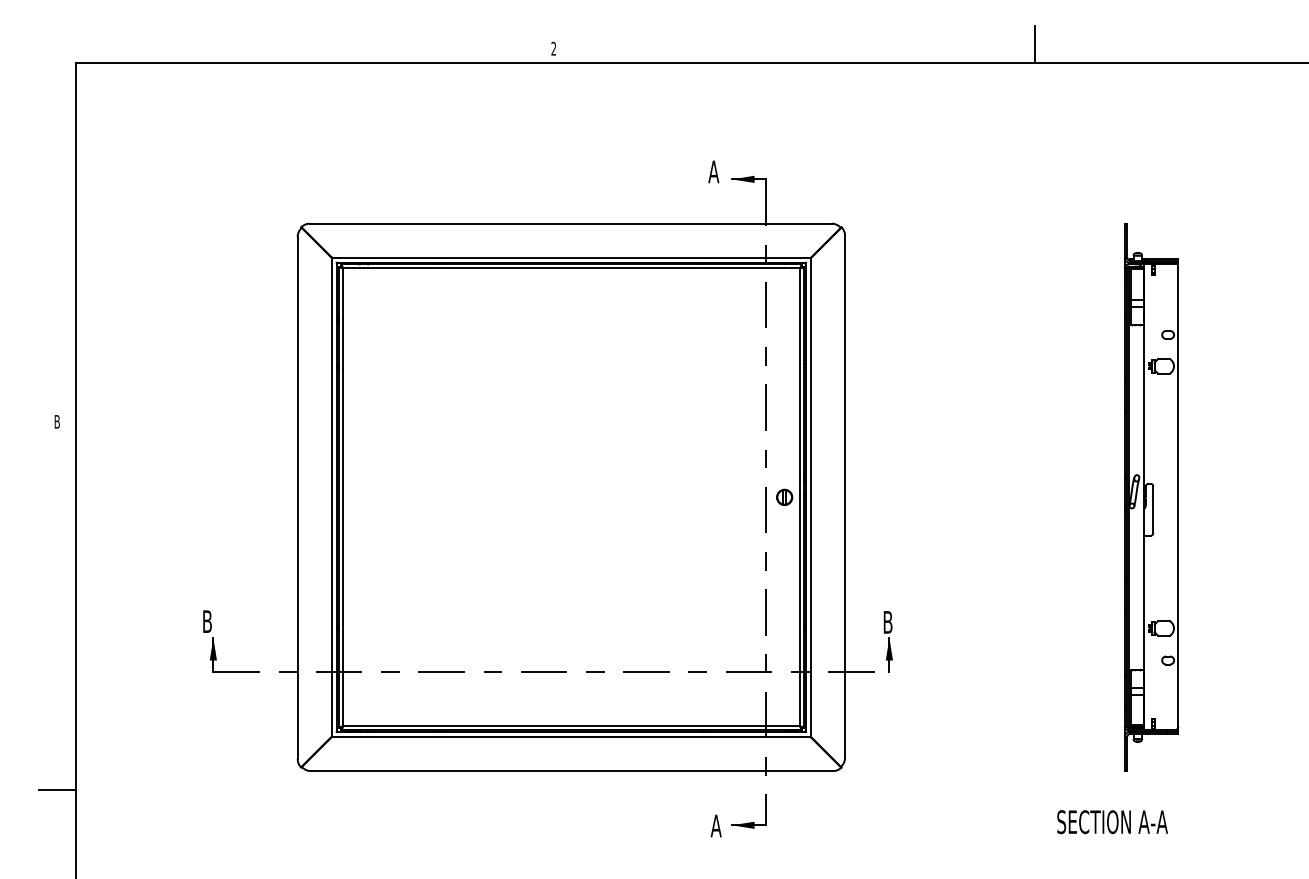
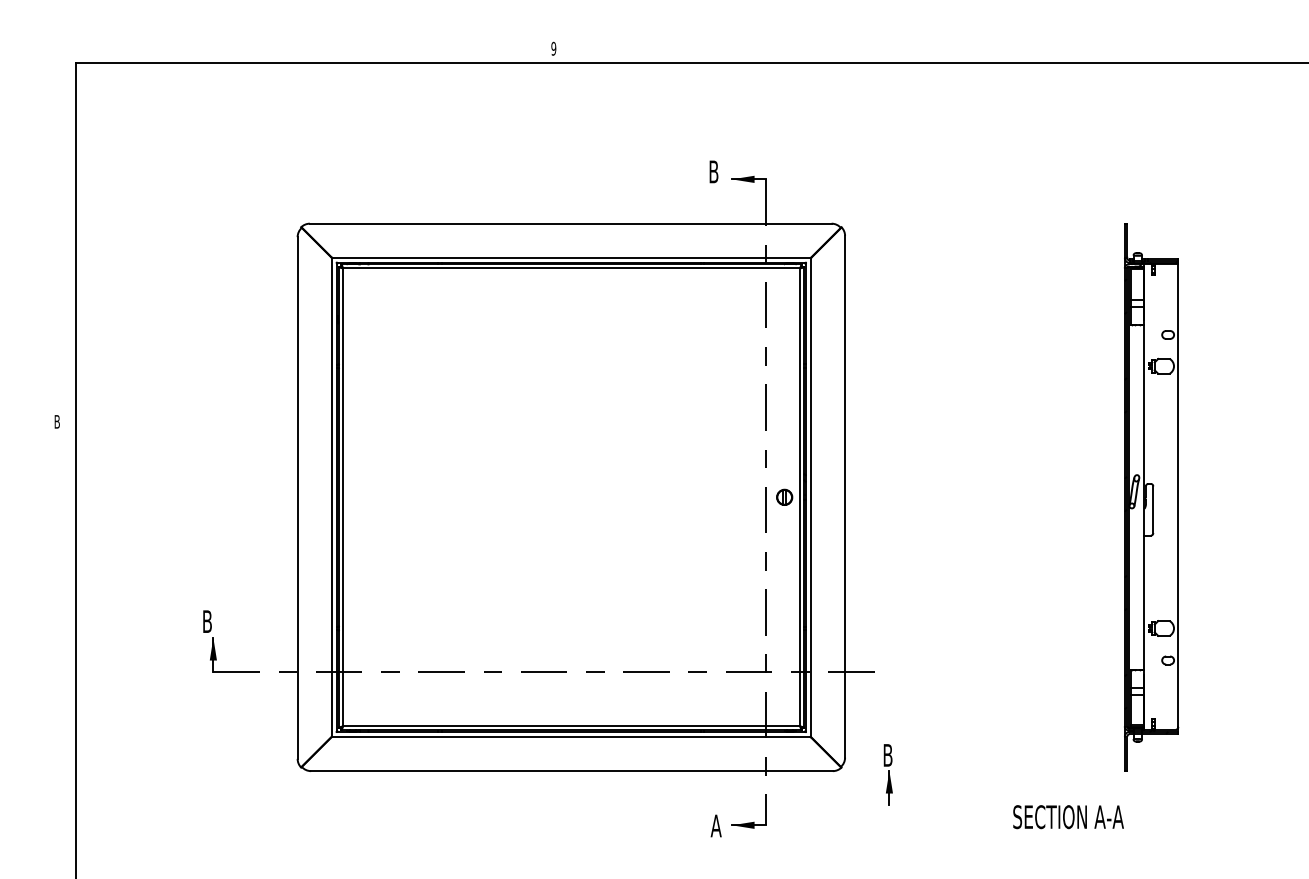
line at (1035, 44): present -> none
text at (553, 48): 2 -> 9
text at (713, 171): A -> B
part at (887, 641) position: (887, 641) -> (887, 774)
line at (57, 789): present -> none
text at (1112, 822) position: (1112, 822) -> (1068, 817)
